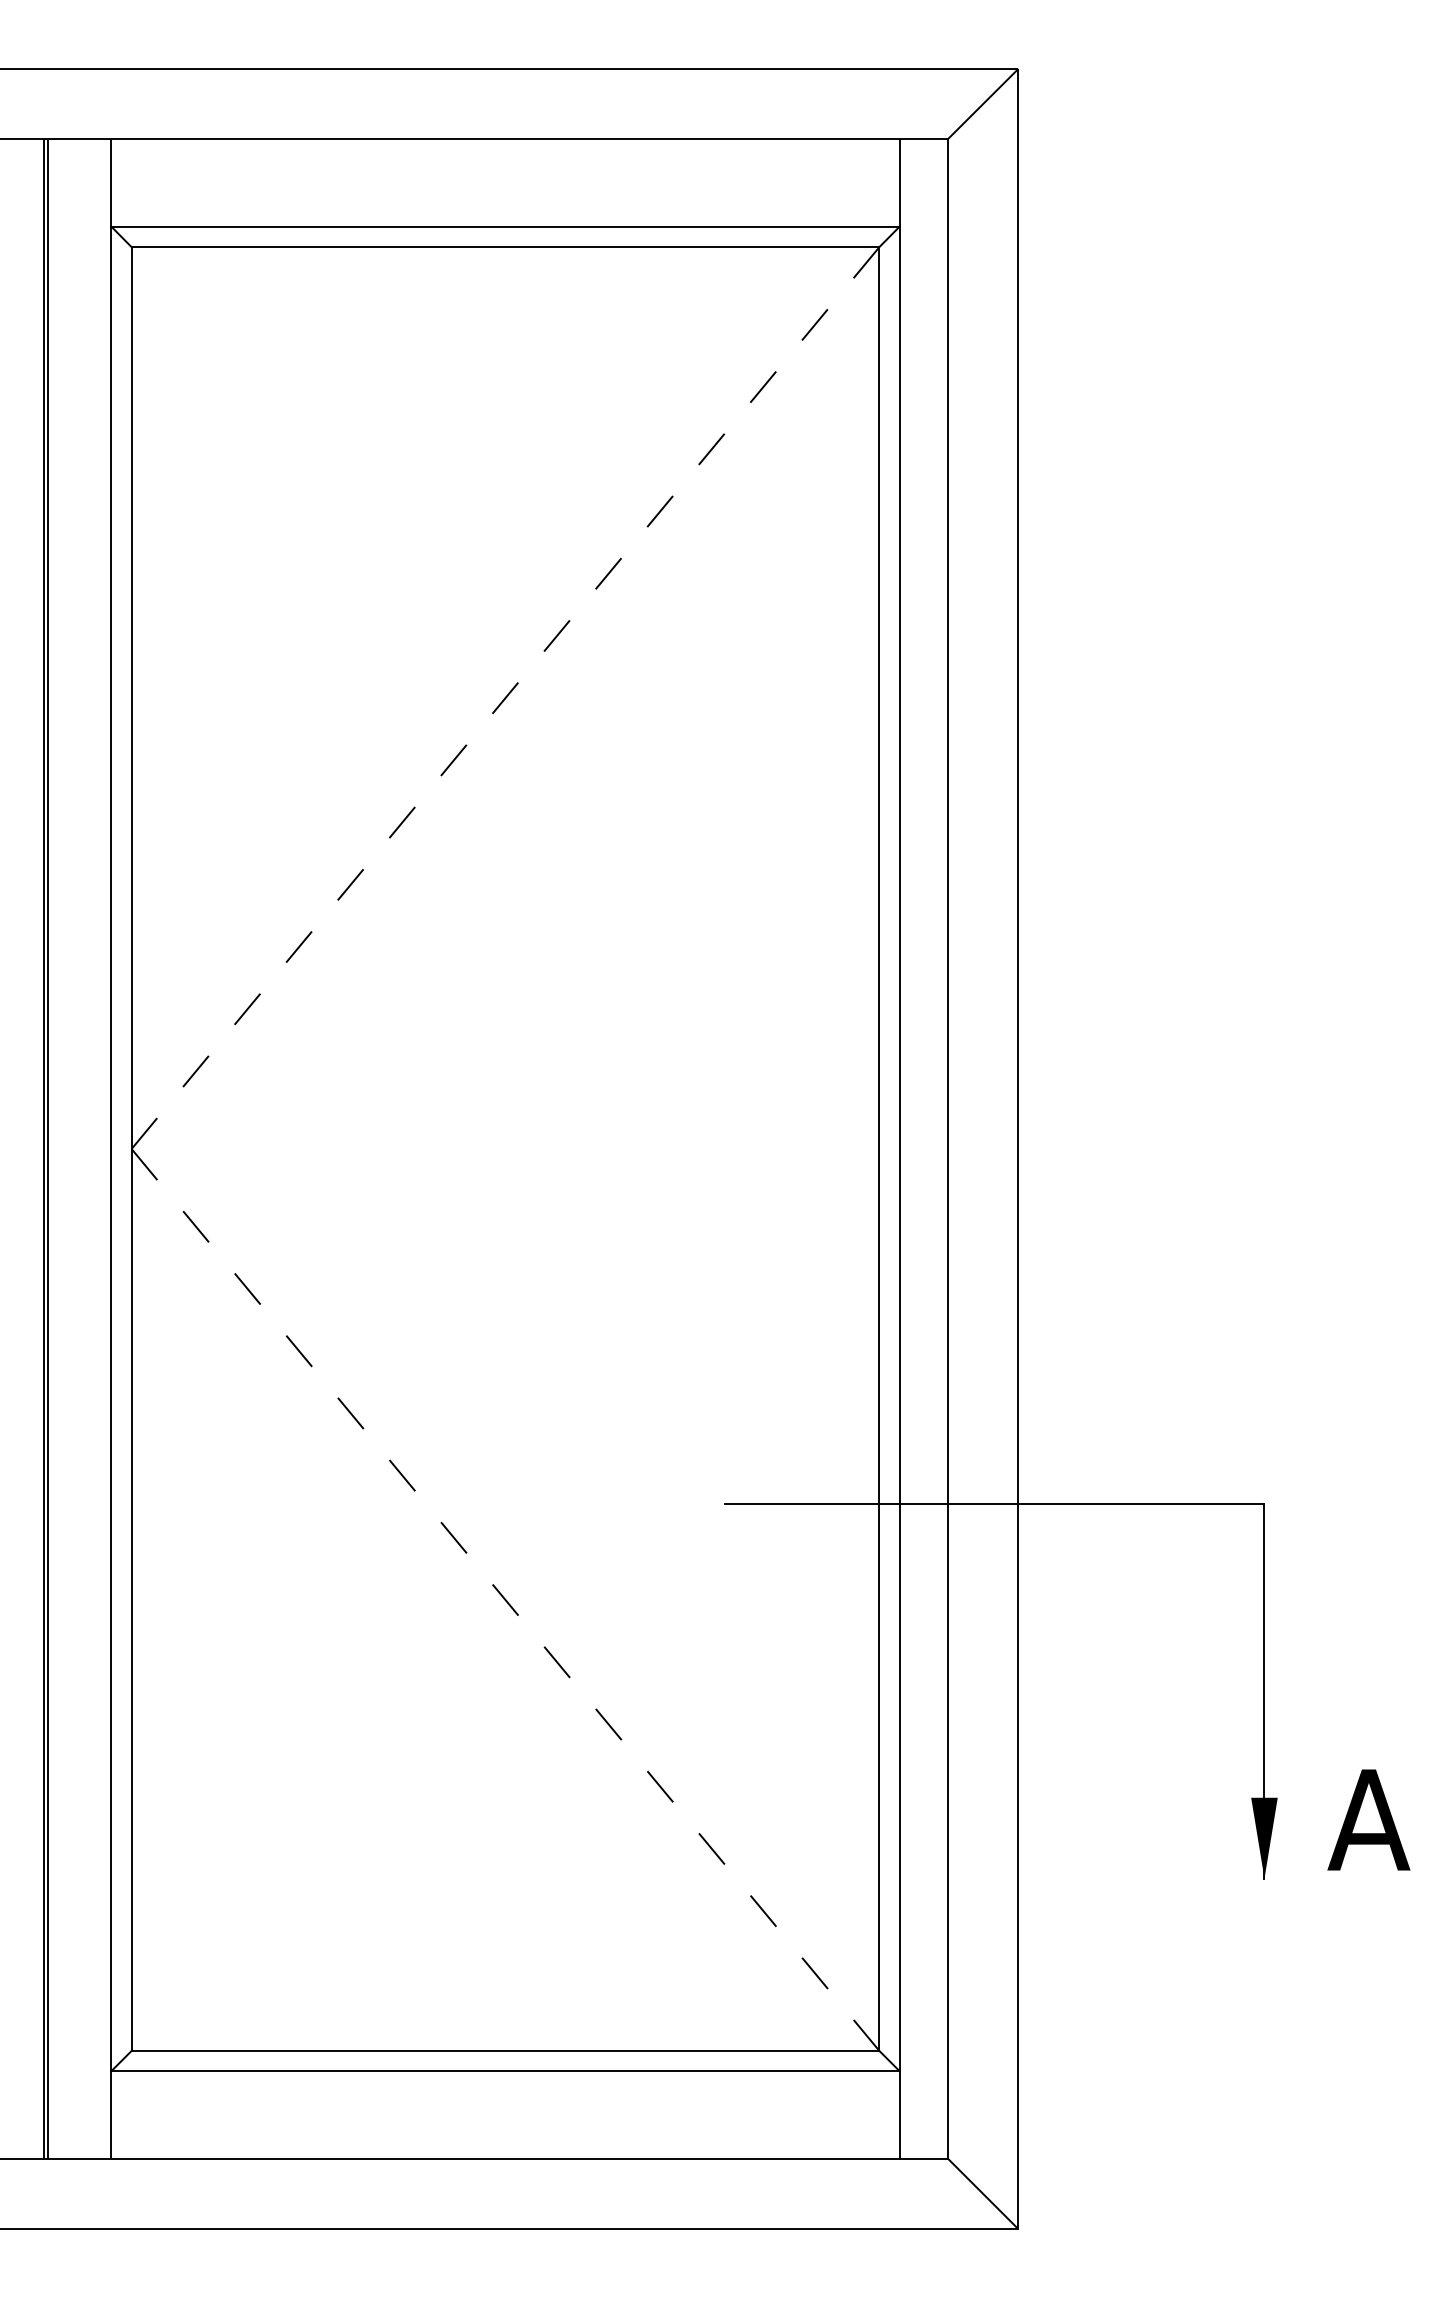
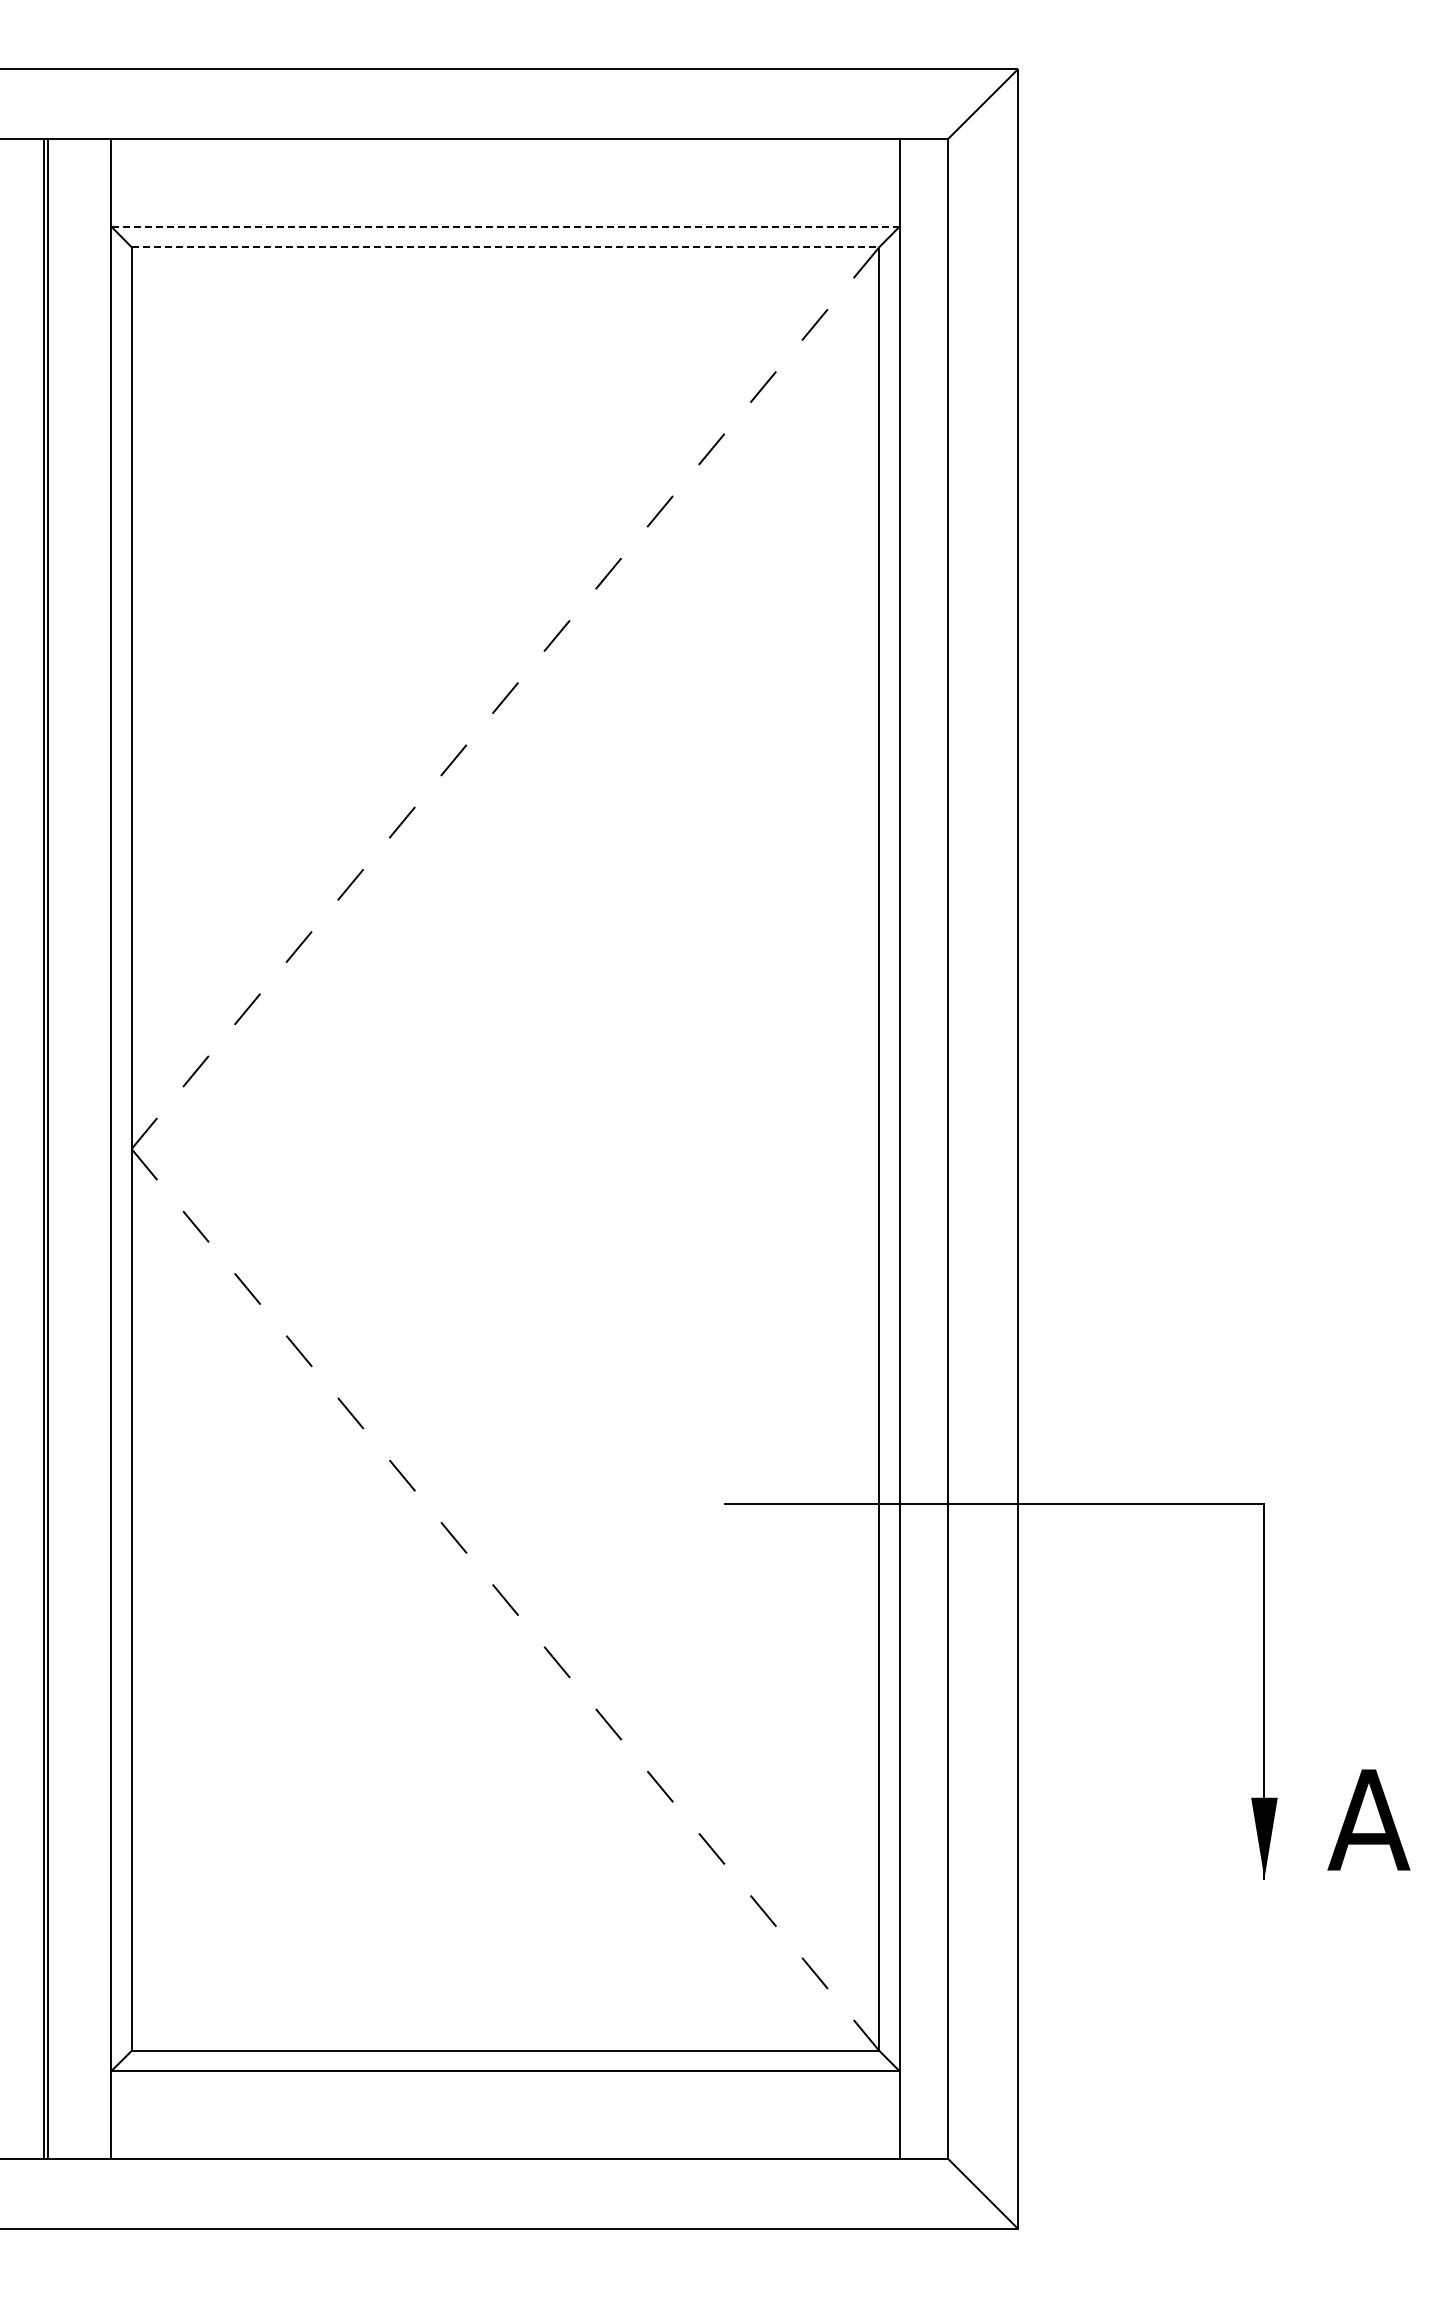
line at (505, 226): solid -> dashed
line at (505, 247): solid -> dashed
